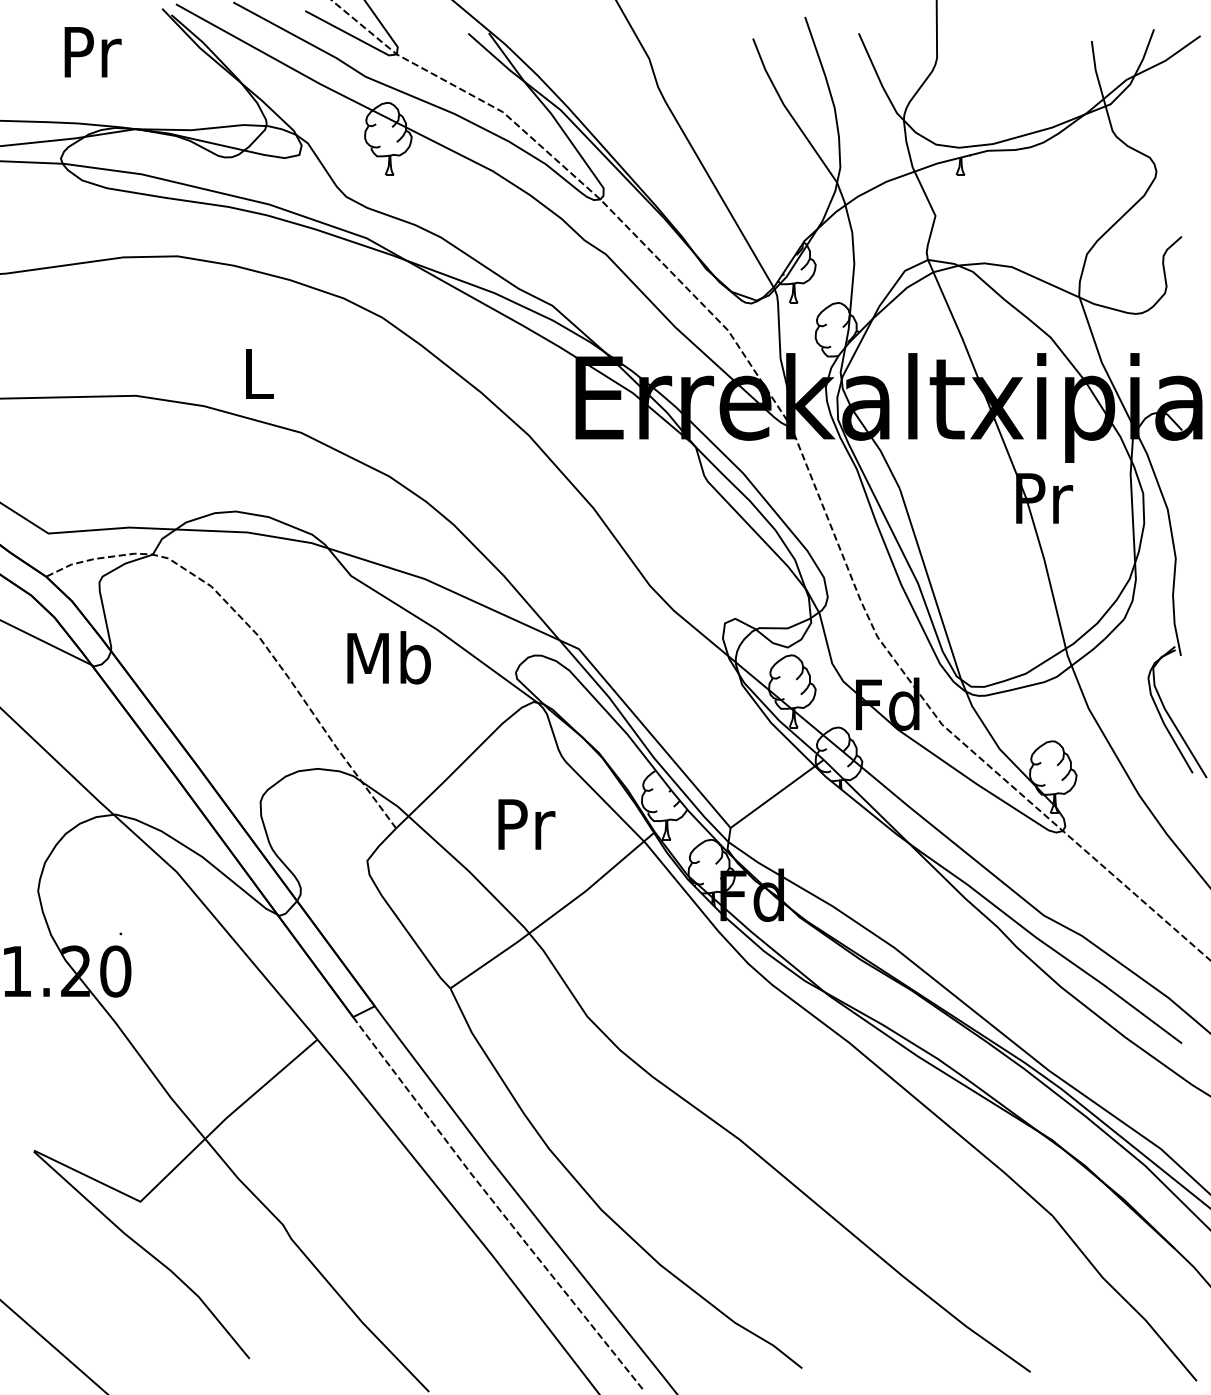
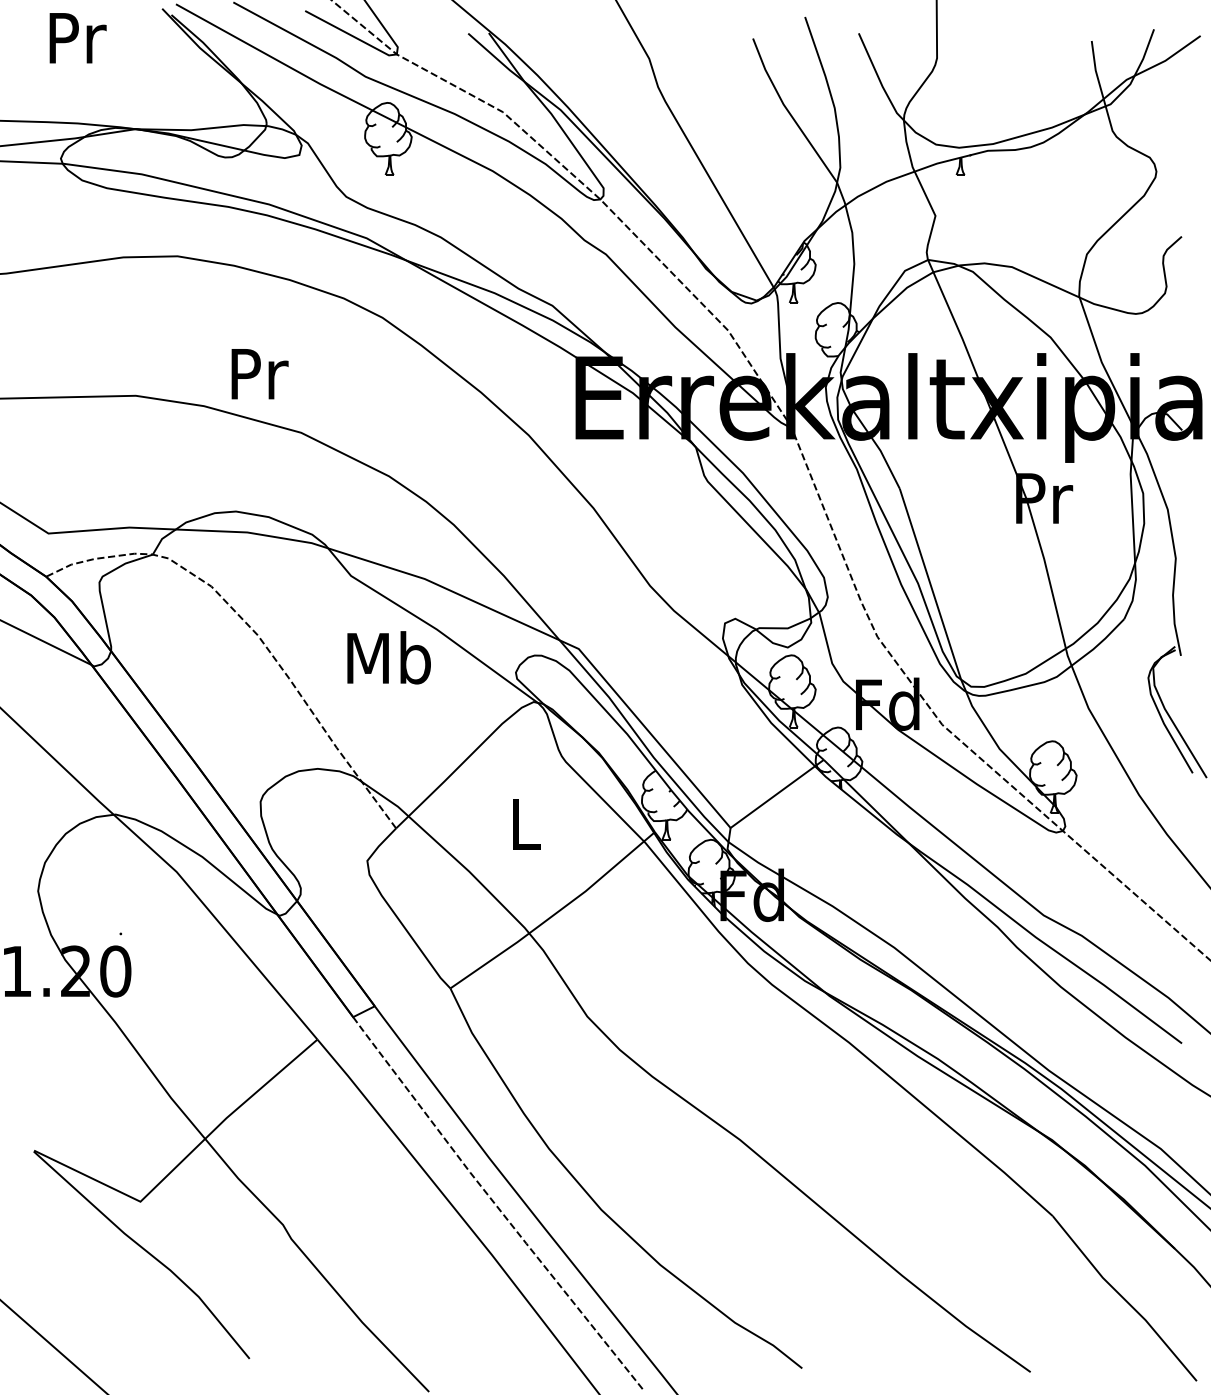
text at (92, 52) position: (92, 52) -> (77, 38)
text at (259, 374): L -> Pr
text at (526, 824): Pr -> L
